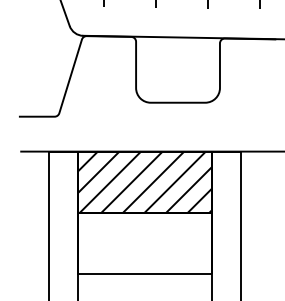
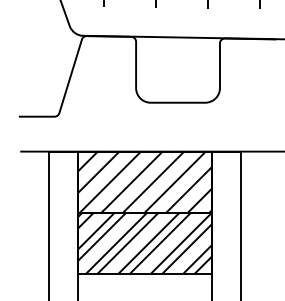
hatch at (144, 242): none -> present
